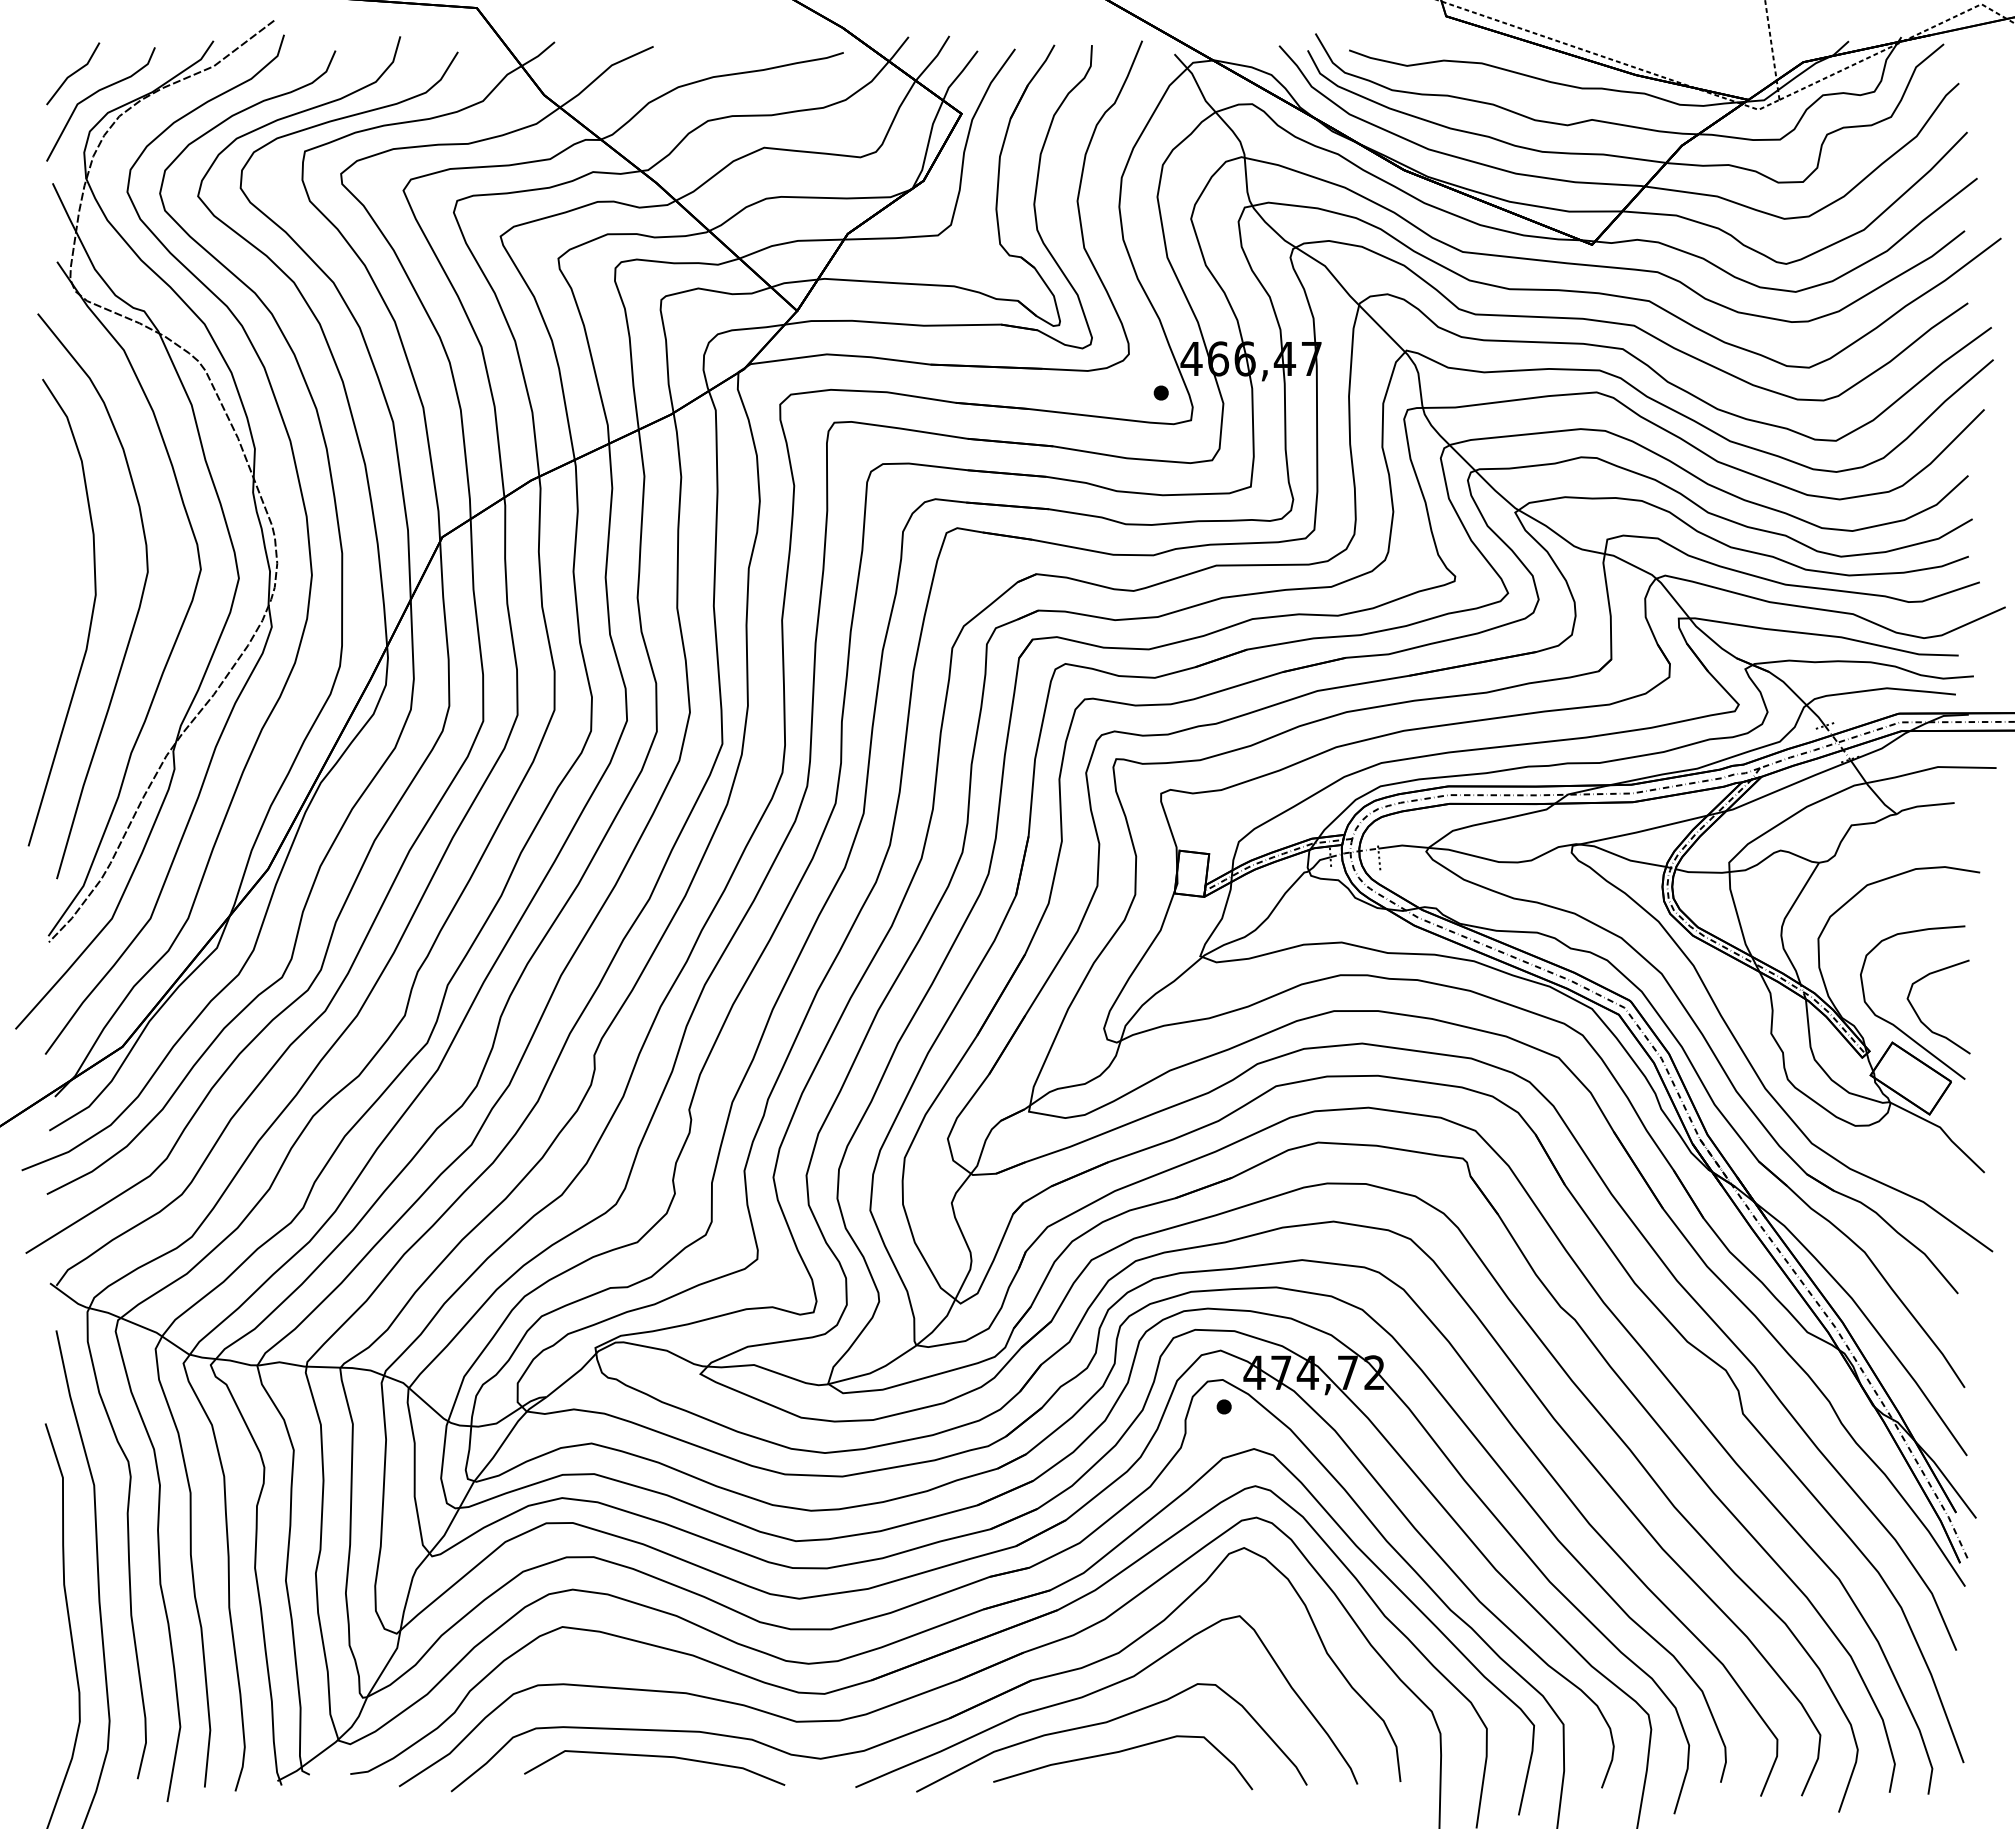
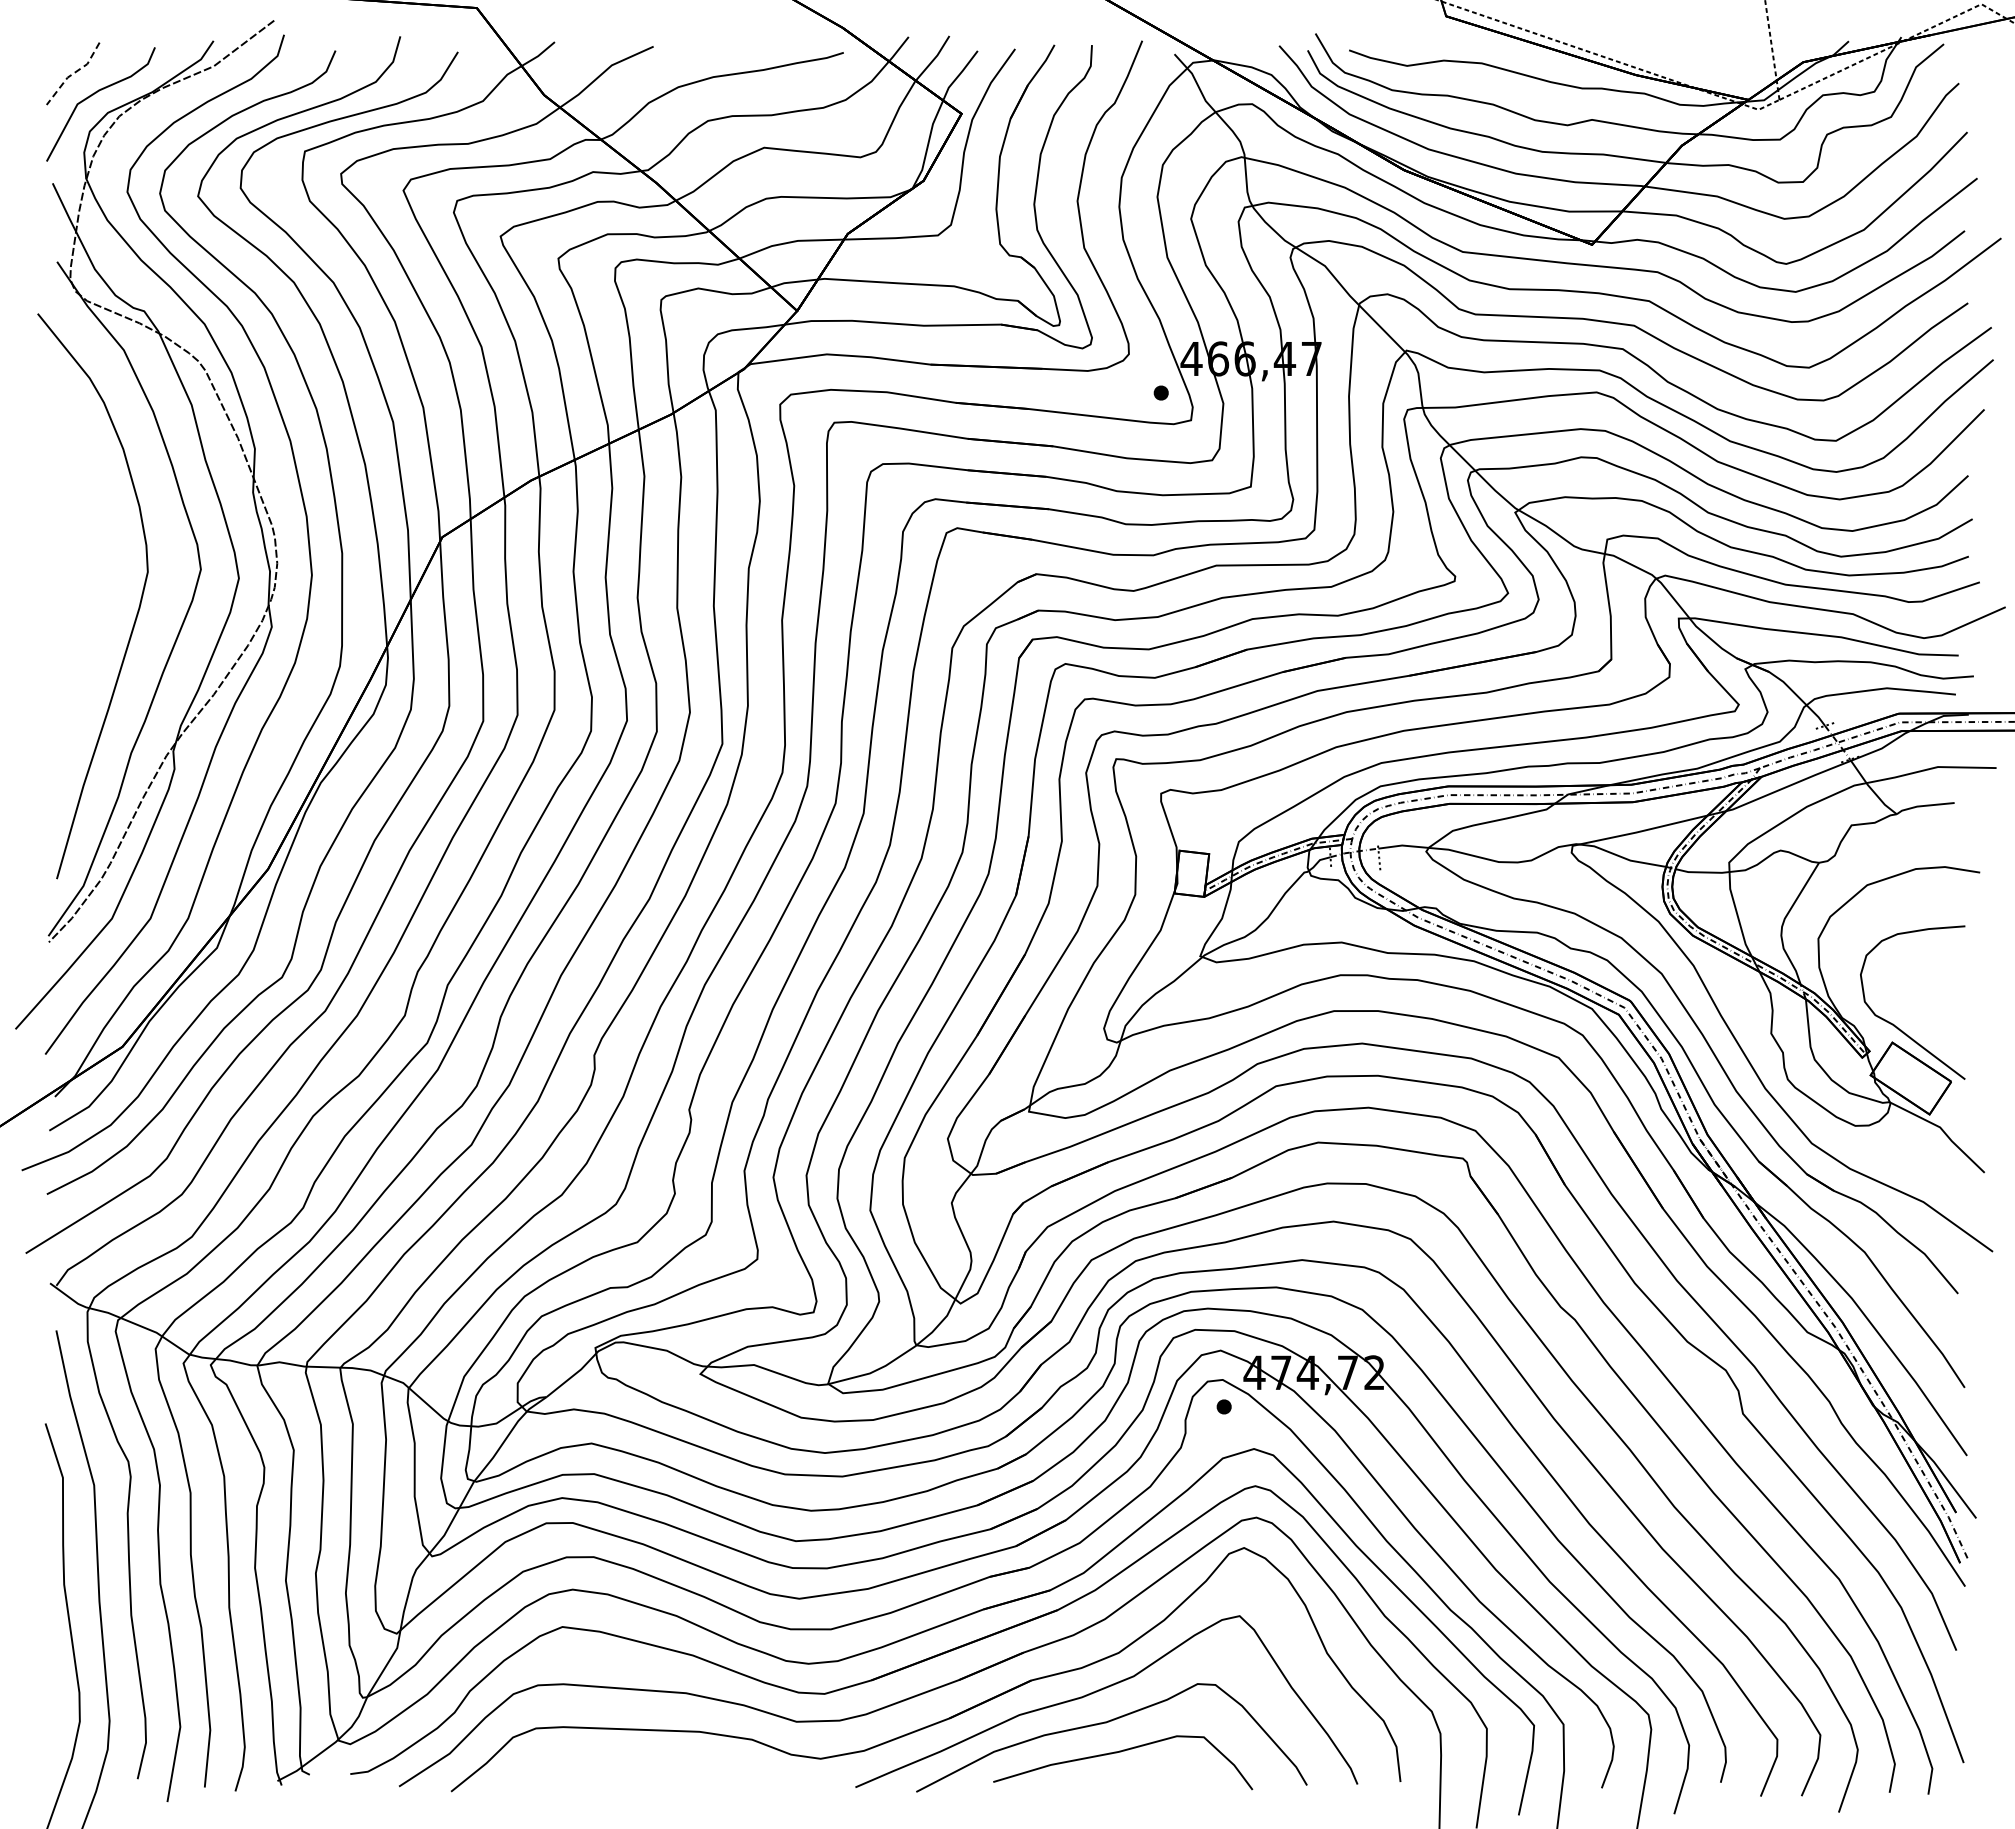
line at (73, 73): solid -> dashed
curve at (90, 618): present -> none
curve at (1919, 1016): present -> none
line at (655, 1757): present -> none
